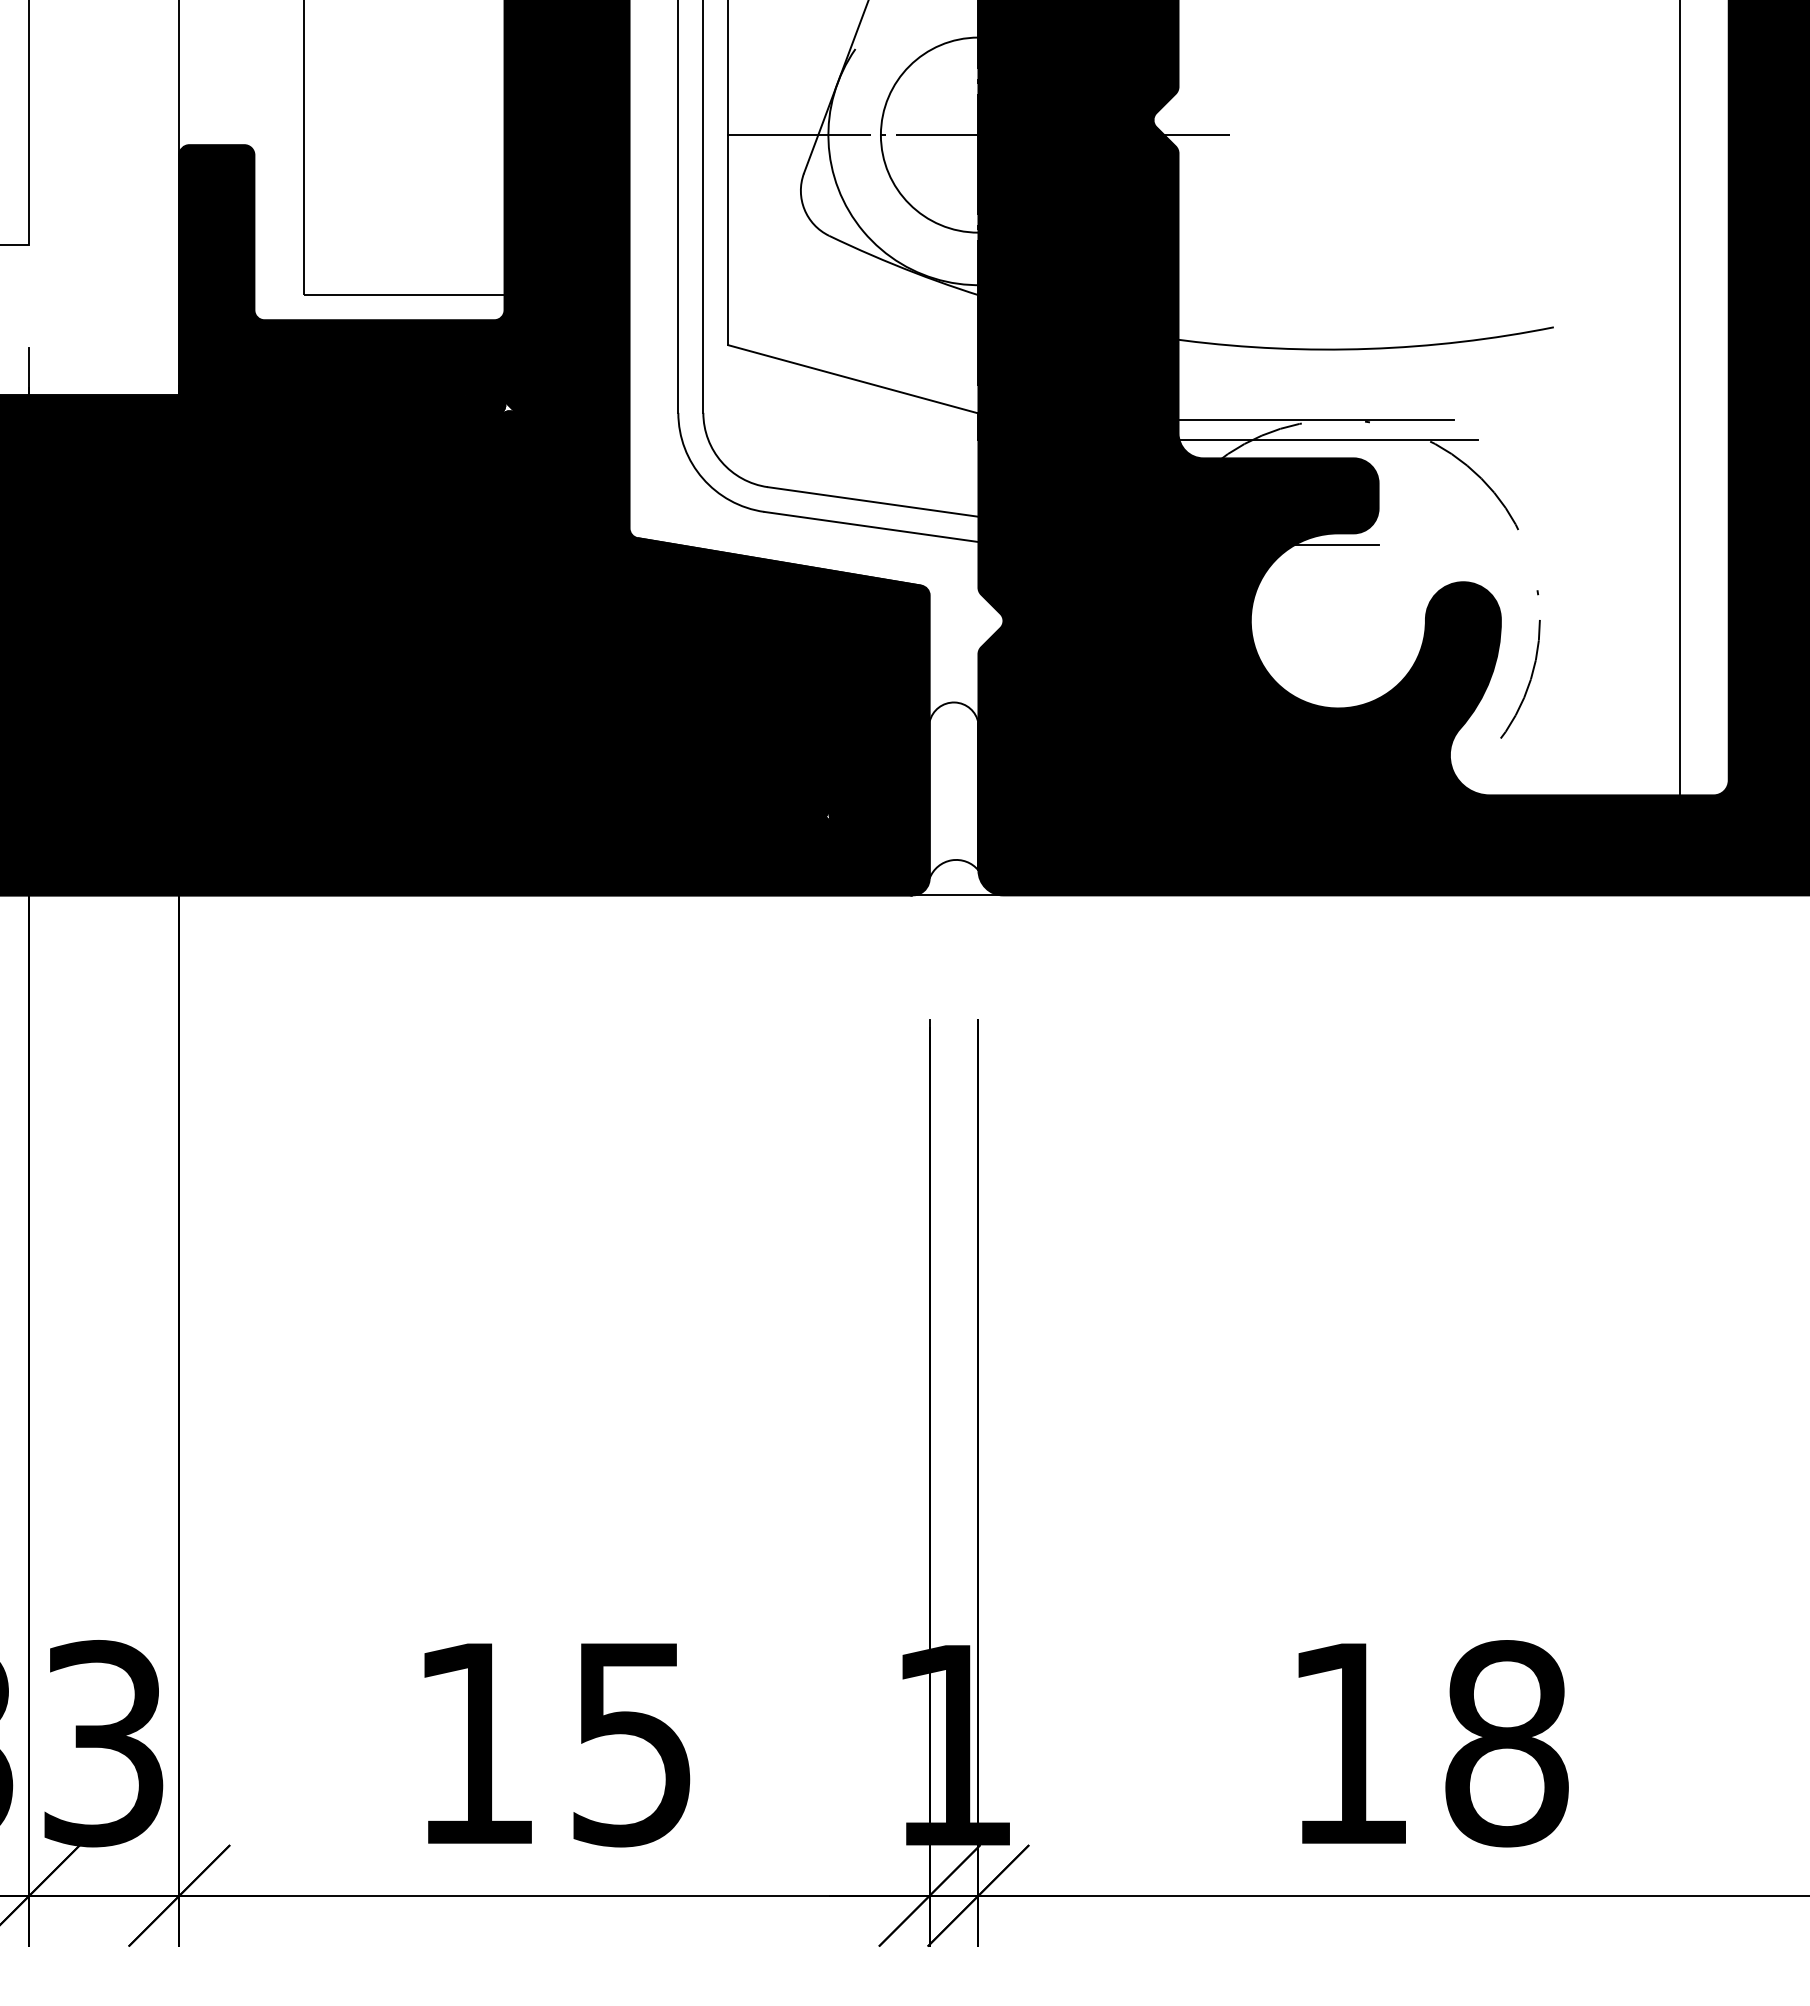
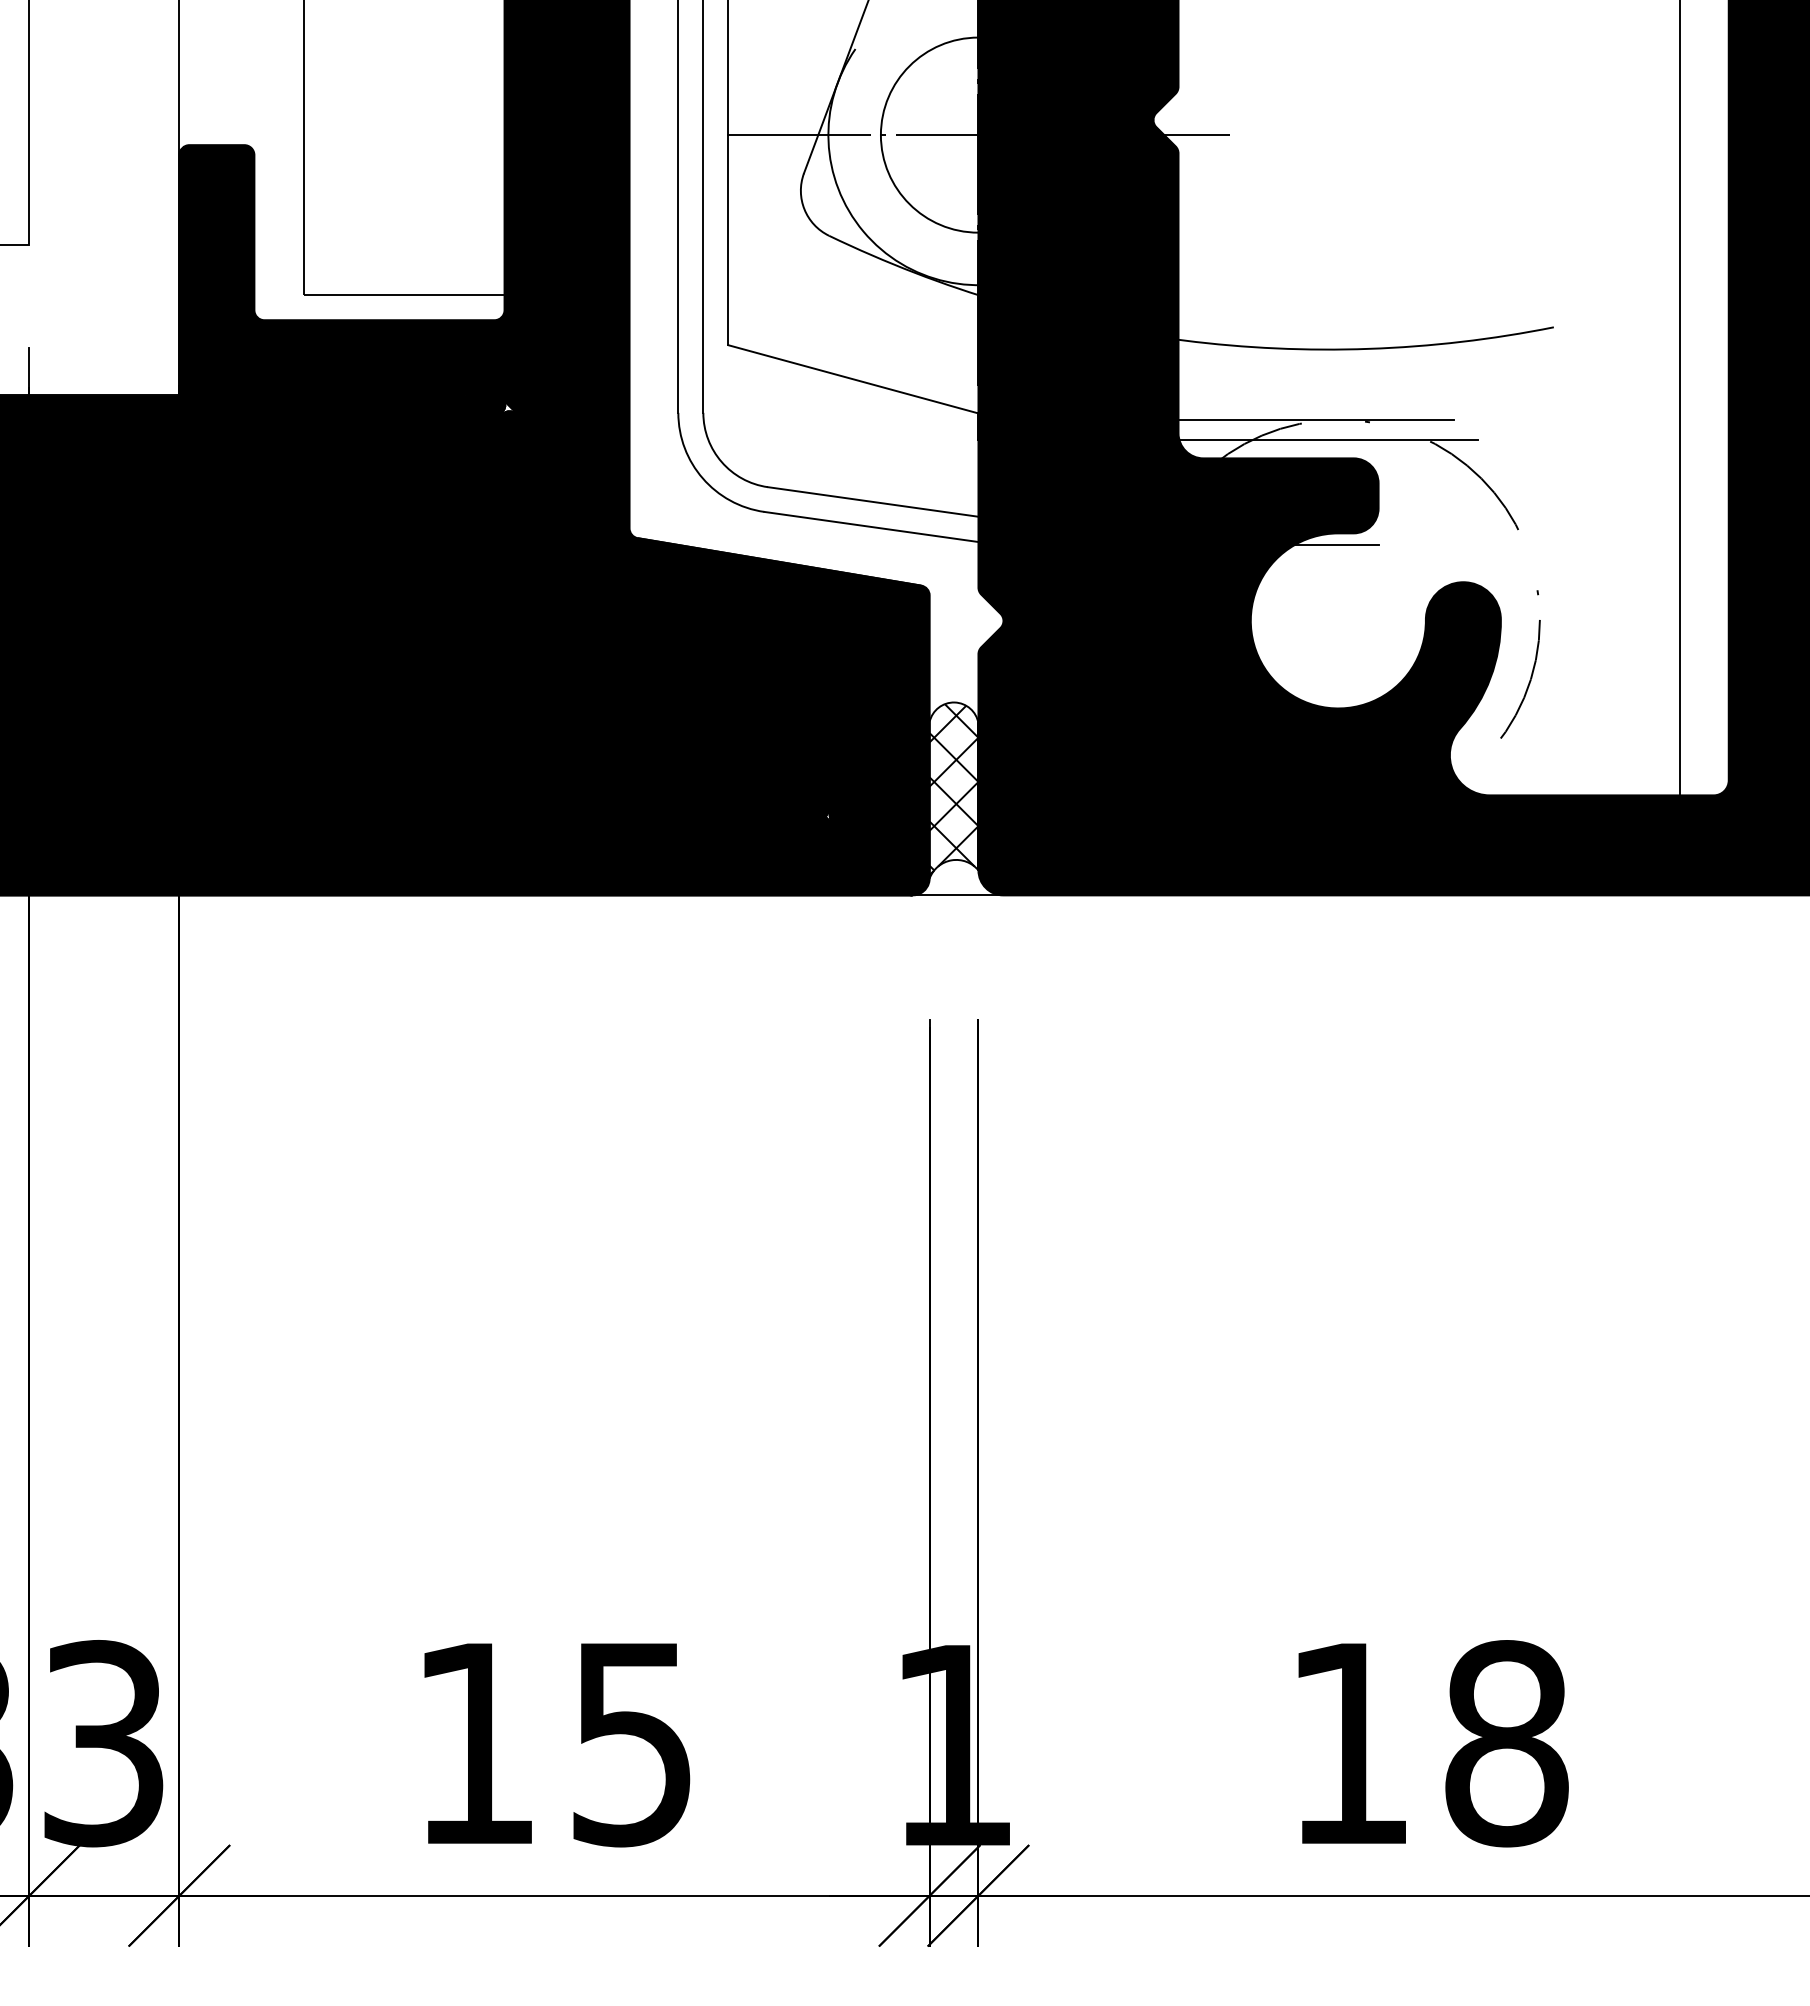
hatch at (953, 789): none -> present
